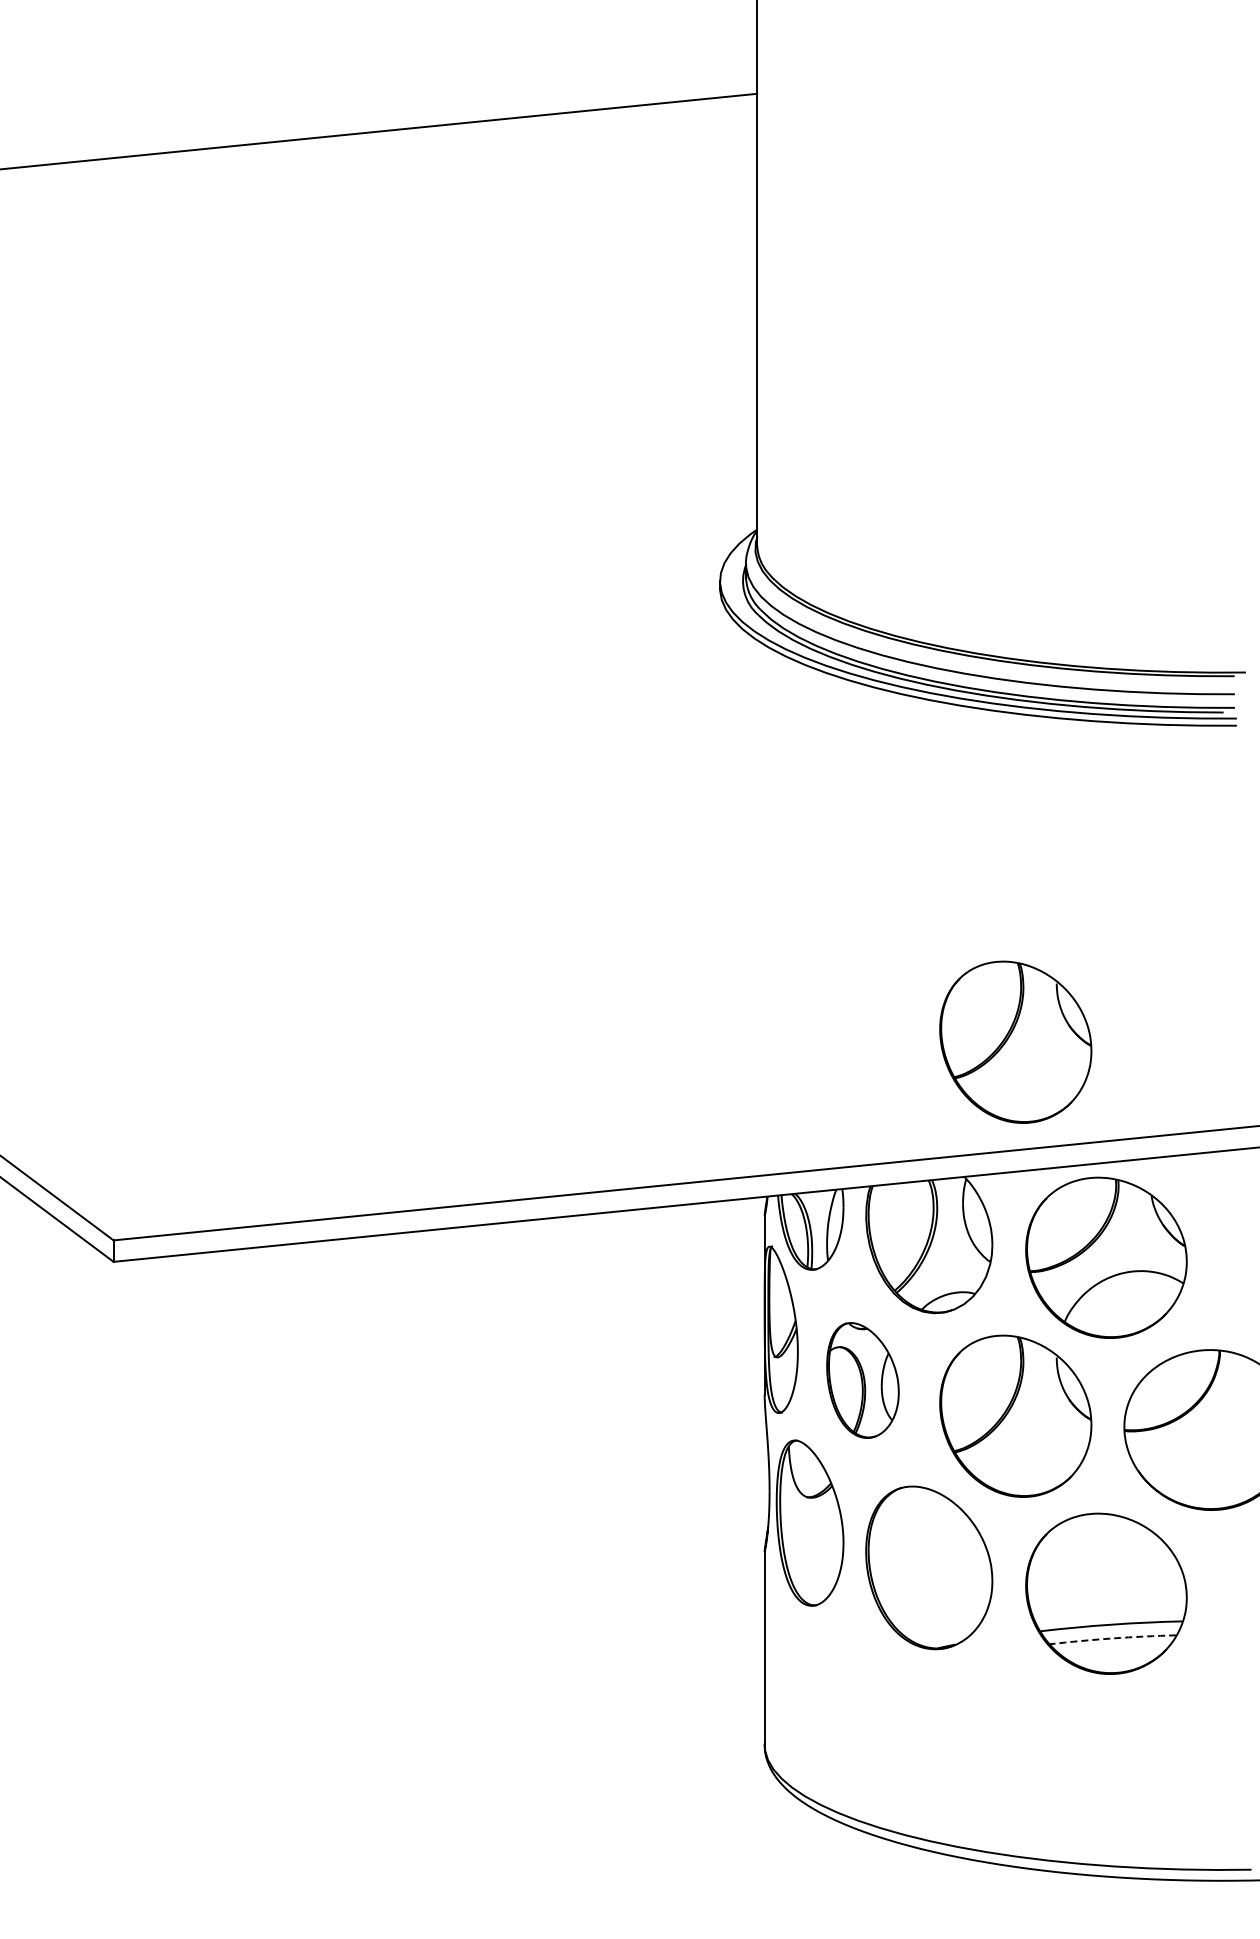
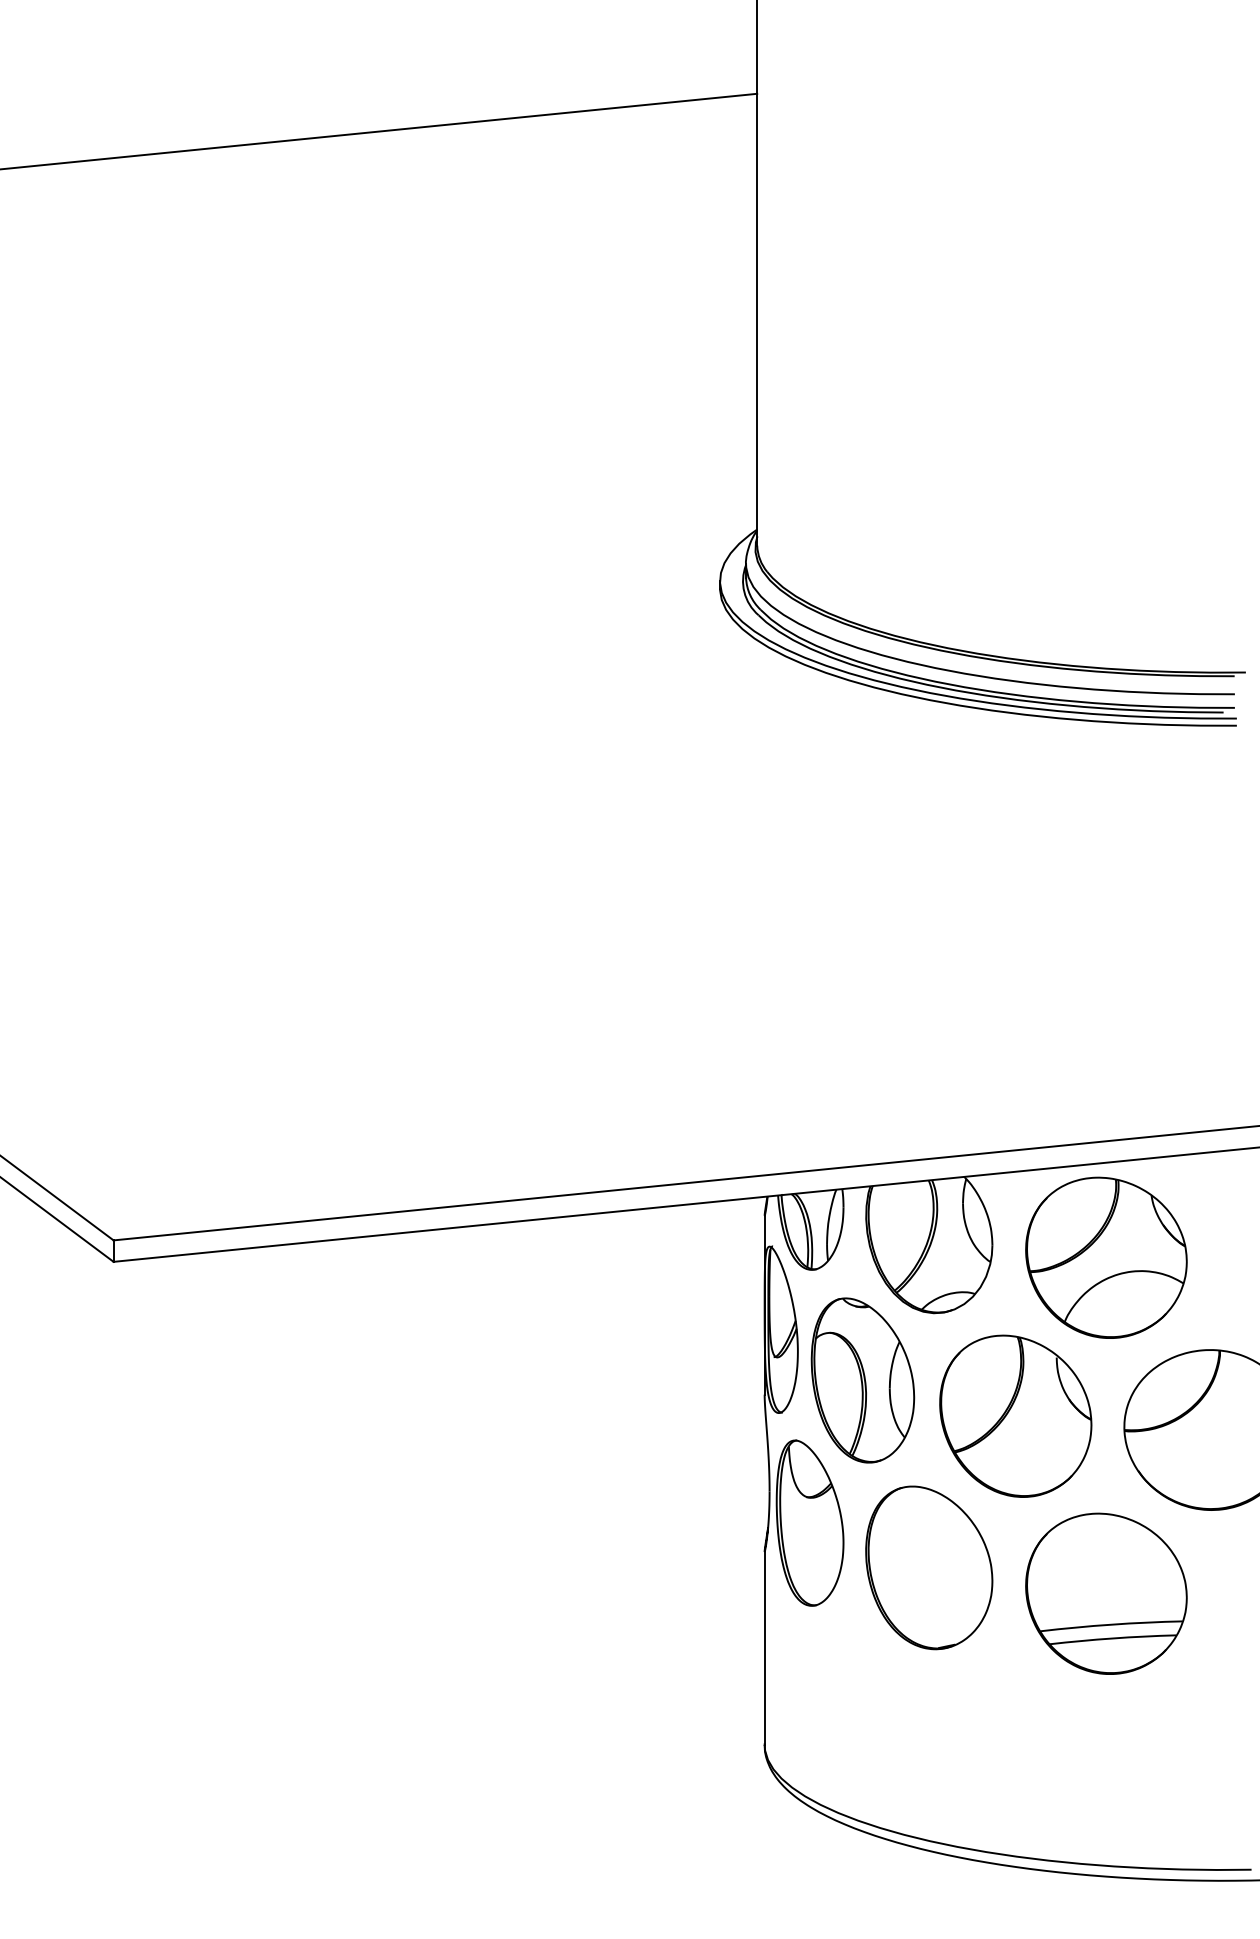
part at (1015, 1041): present -> none
part at (862, 1380) size: 74x117 px -> 106x167 px
arc at (1112, 1638): dashed -> solid
